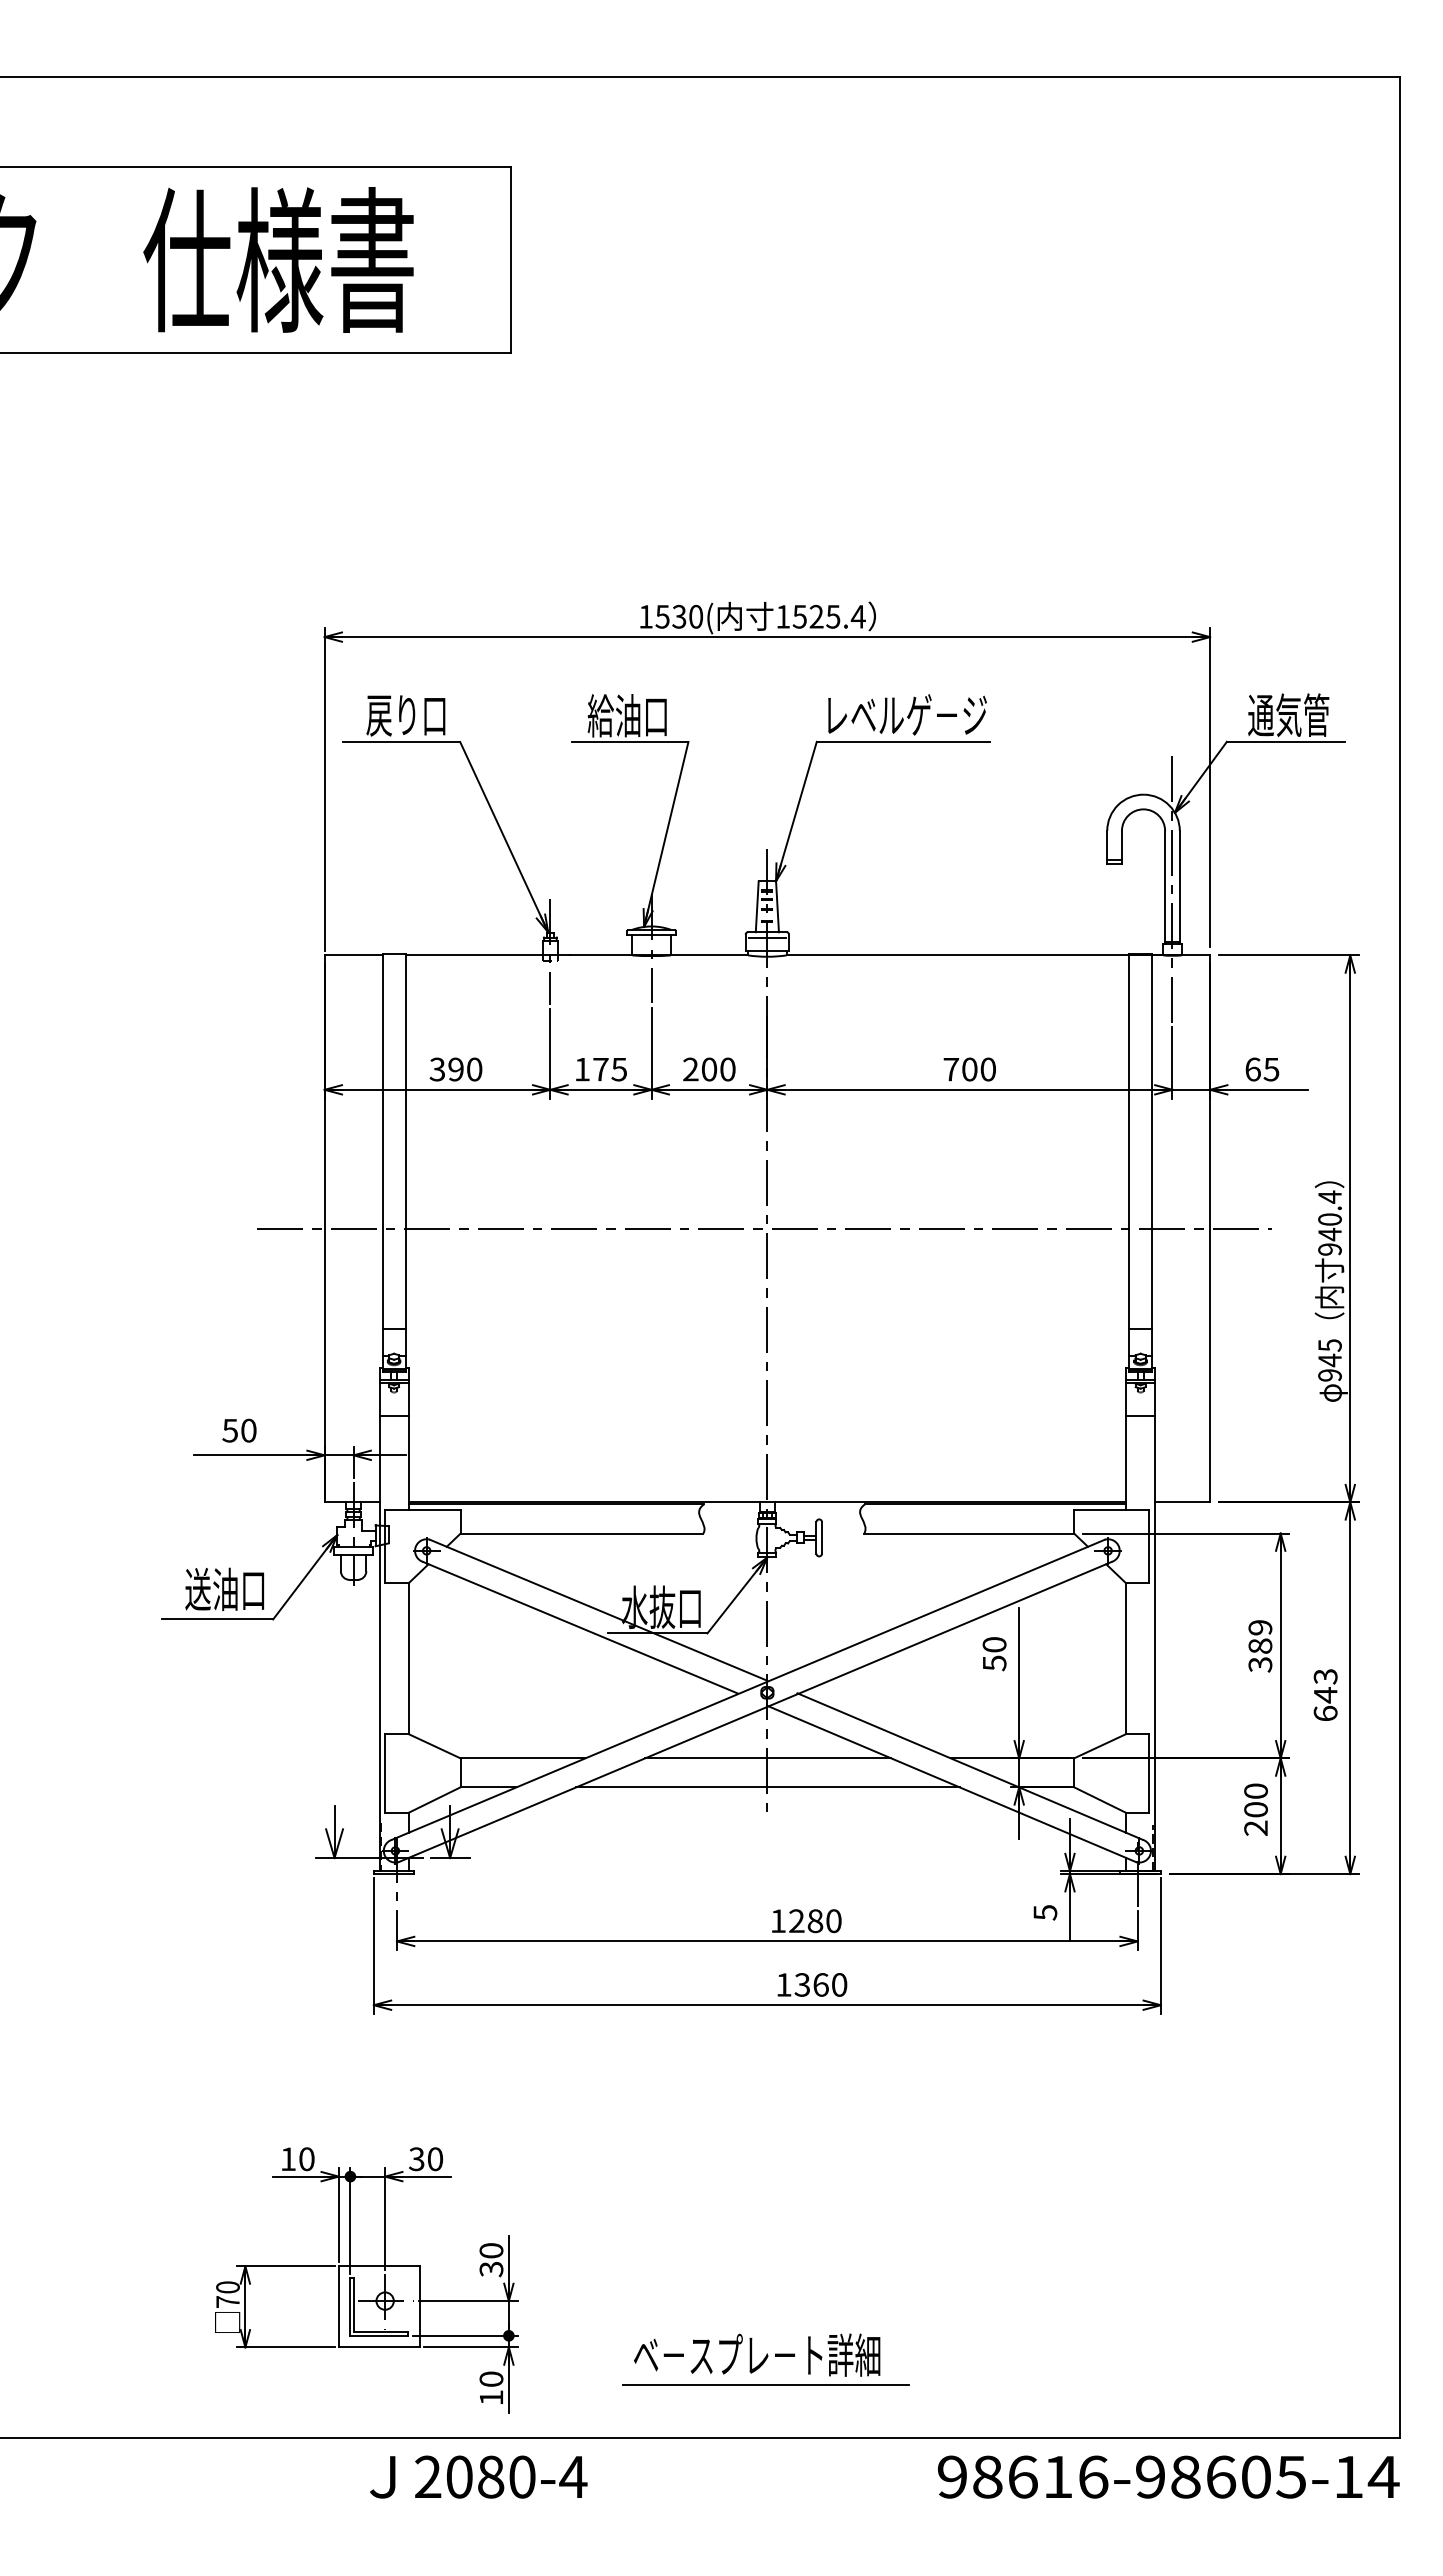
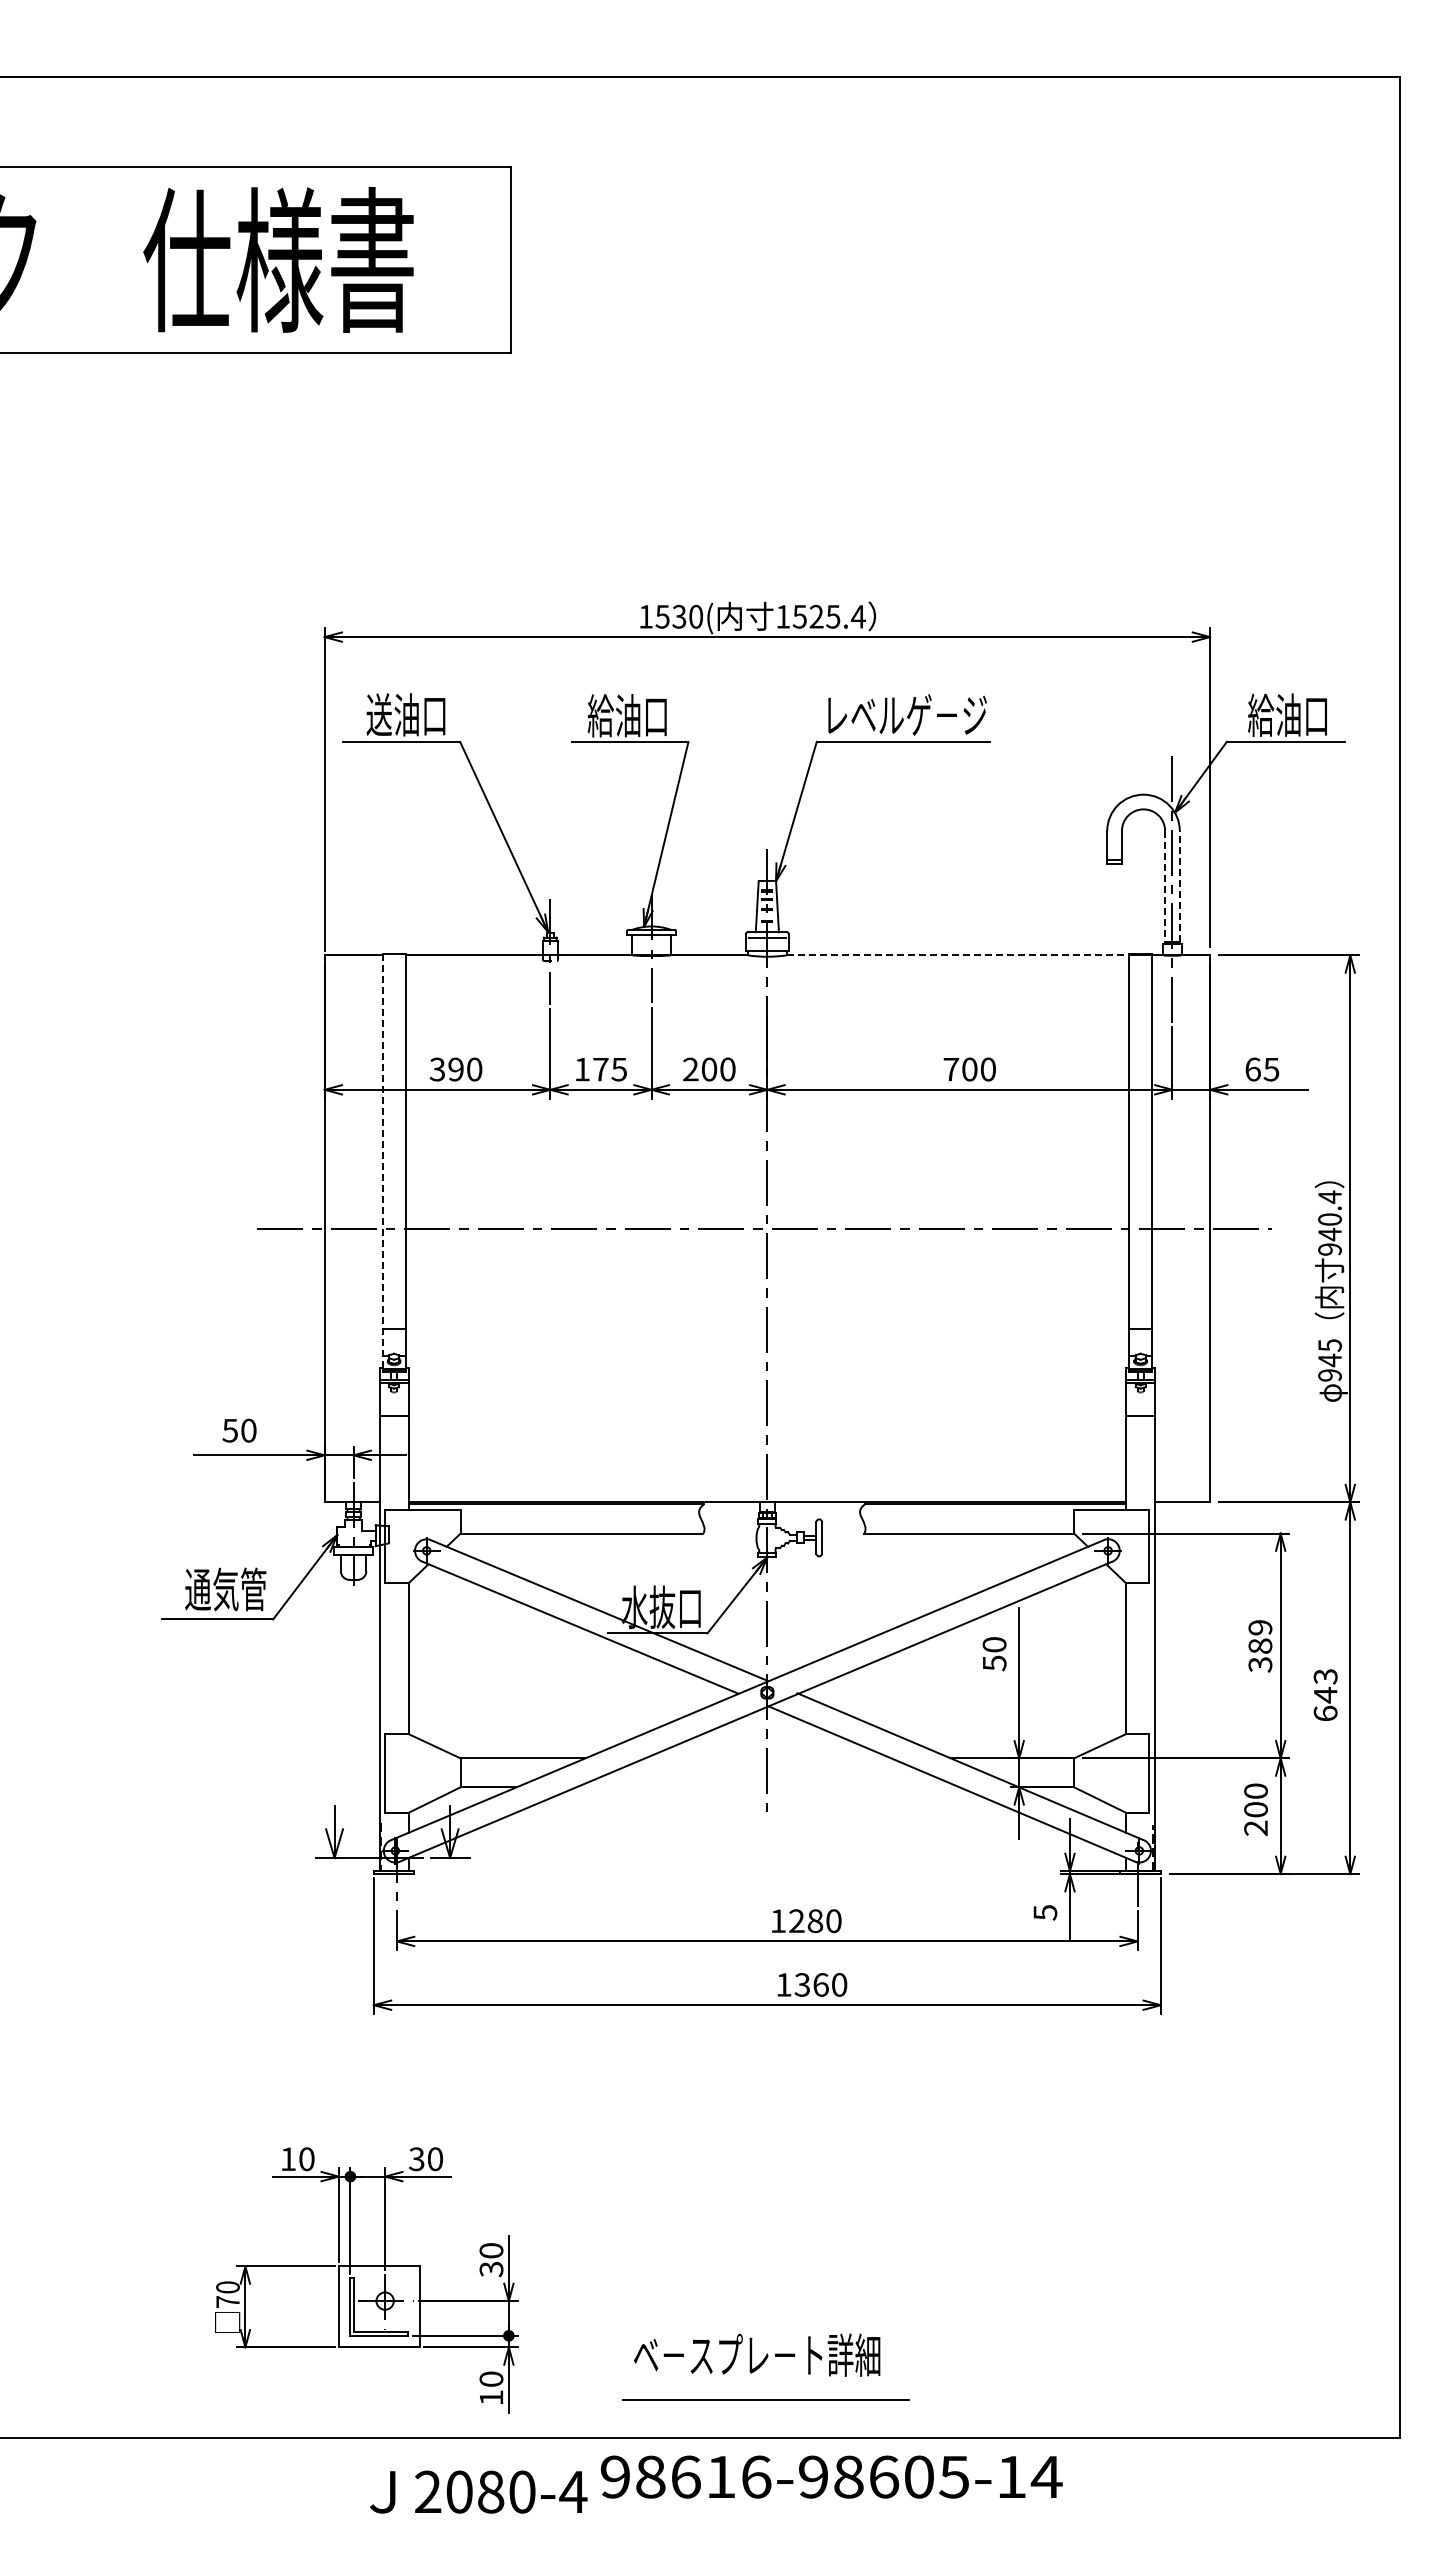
text at (392, 714): 戻り口 -> 送油口
text at (1288, 714): 通気管 -> 給油口
line at (1165, 886): solid -> dashed
line at (1179, 886): solid -> dashed
line at (975, 955): solid -> dashed
line at (382, 1163): solid -> dashed
text at (225, 1589): 送油口 -> 通気管
line at (768, 1758): present -> none
line at (767, 1787): present -> none
line at (765, 2384) position: (765, 2384) -> (765, 2399)
text at (478, 2476) position: (478, 2476) -> (478, 2491)
text at (1168, 2476) position: (1168, 2476) -> (831, 2476)
